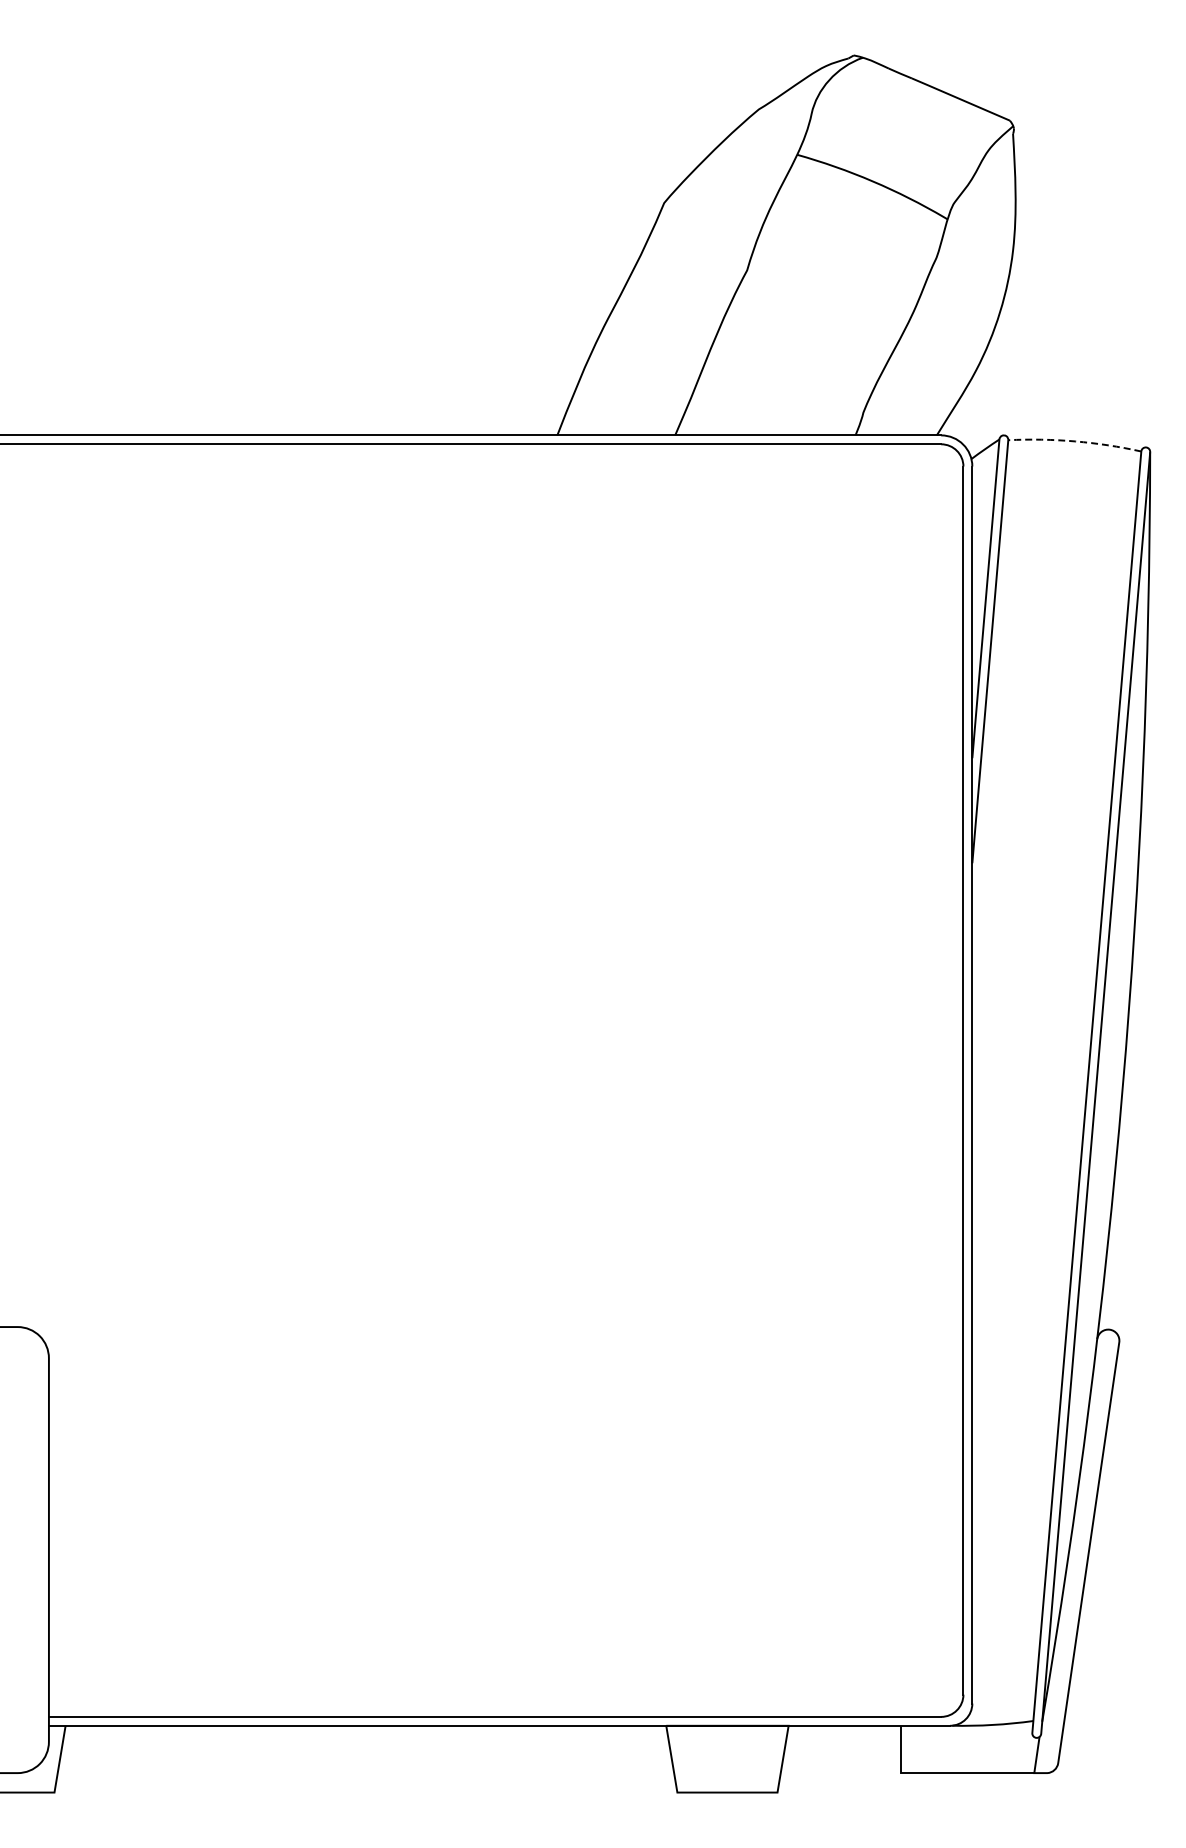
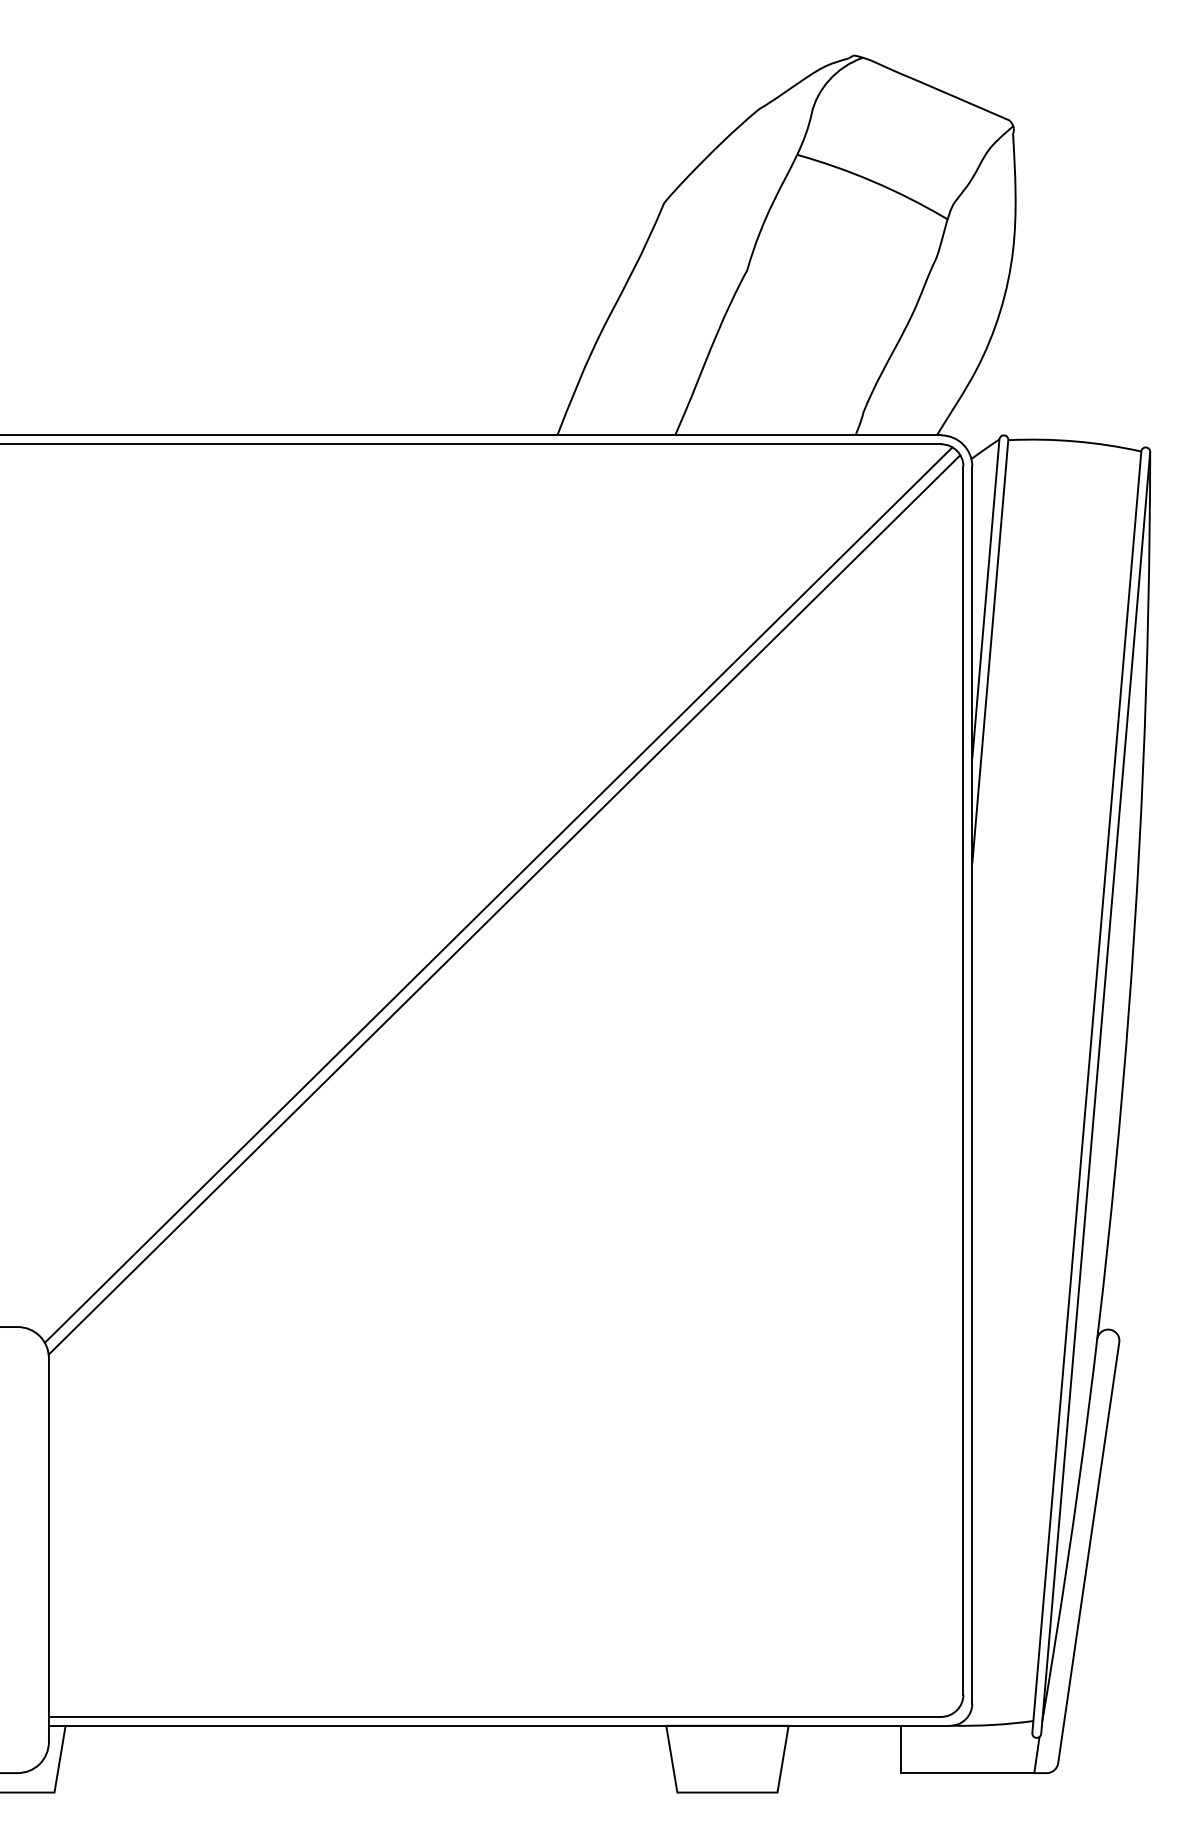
arc at (1075, 441): dashed -> solid
line at (498, 894): none -> present
line at (504, 904): none -> present
